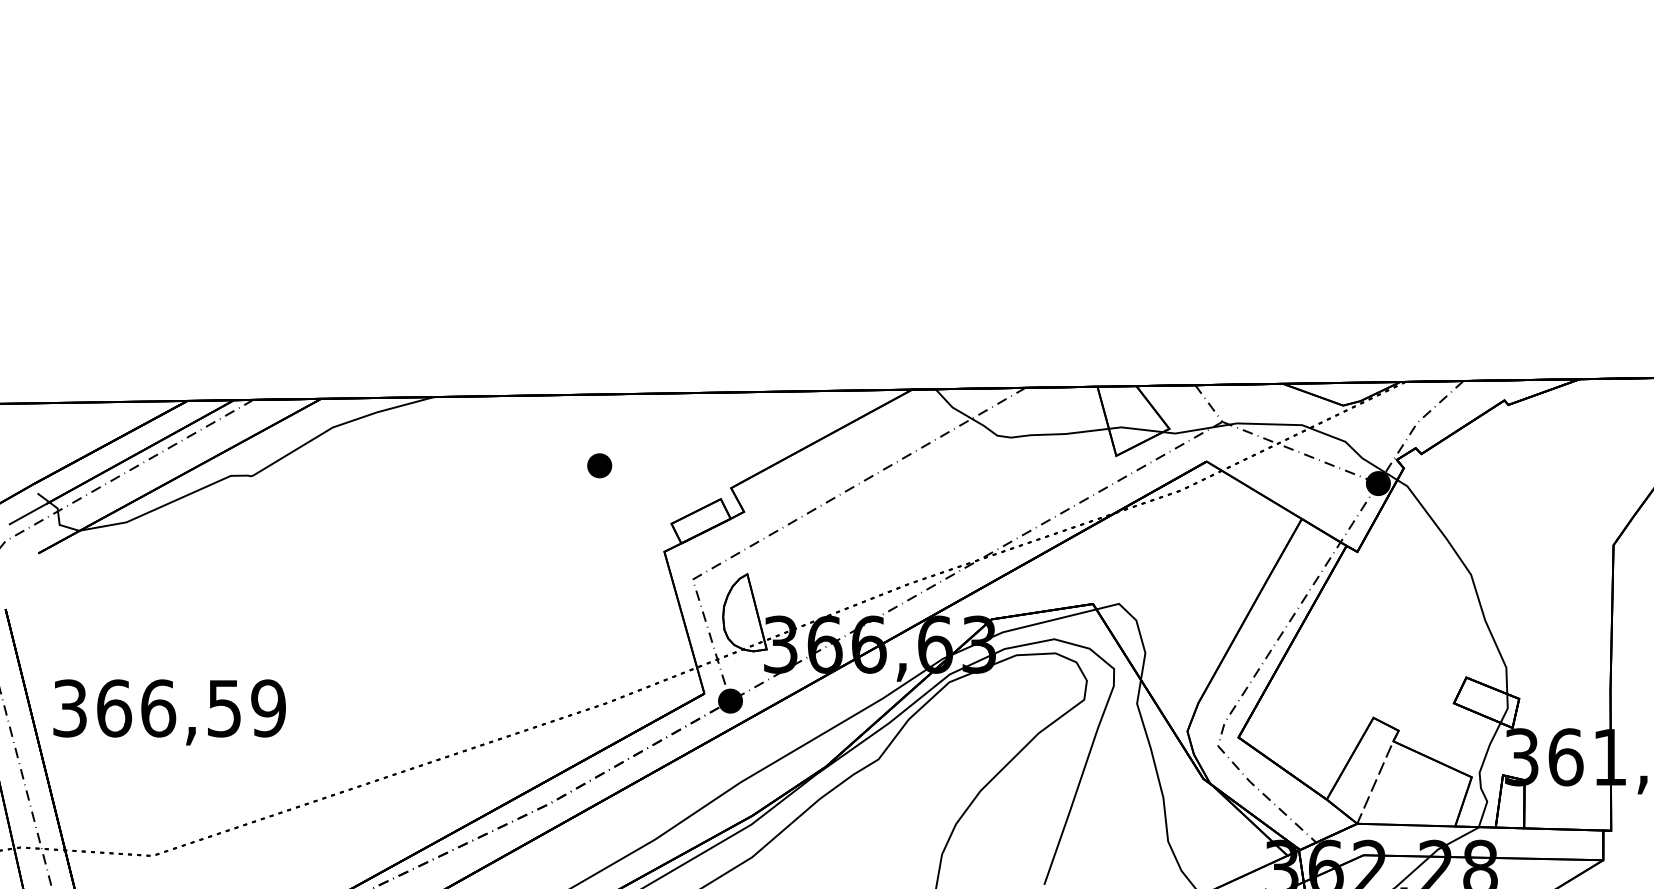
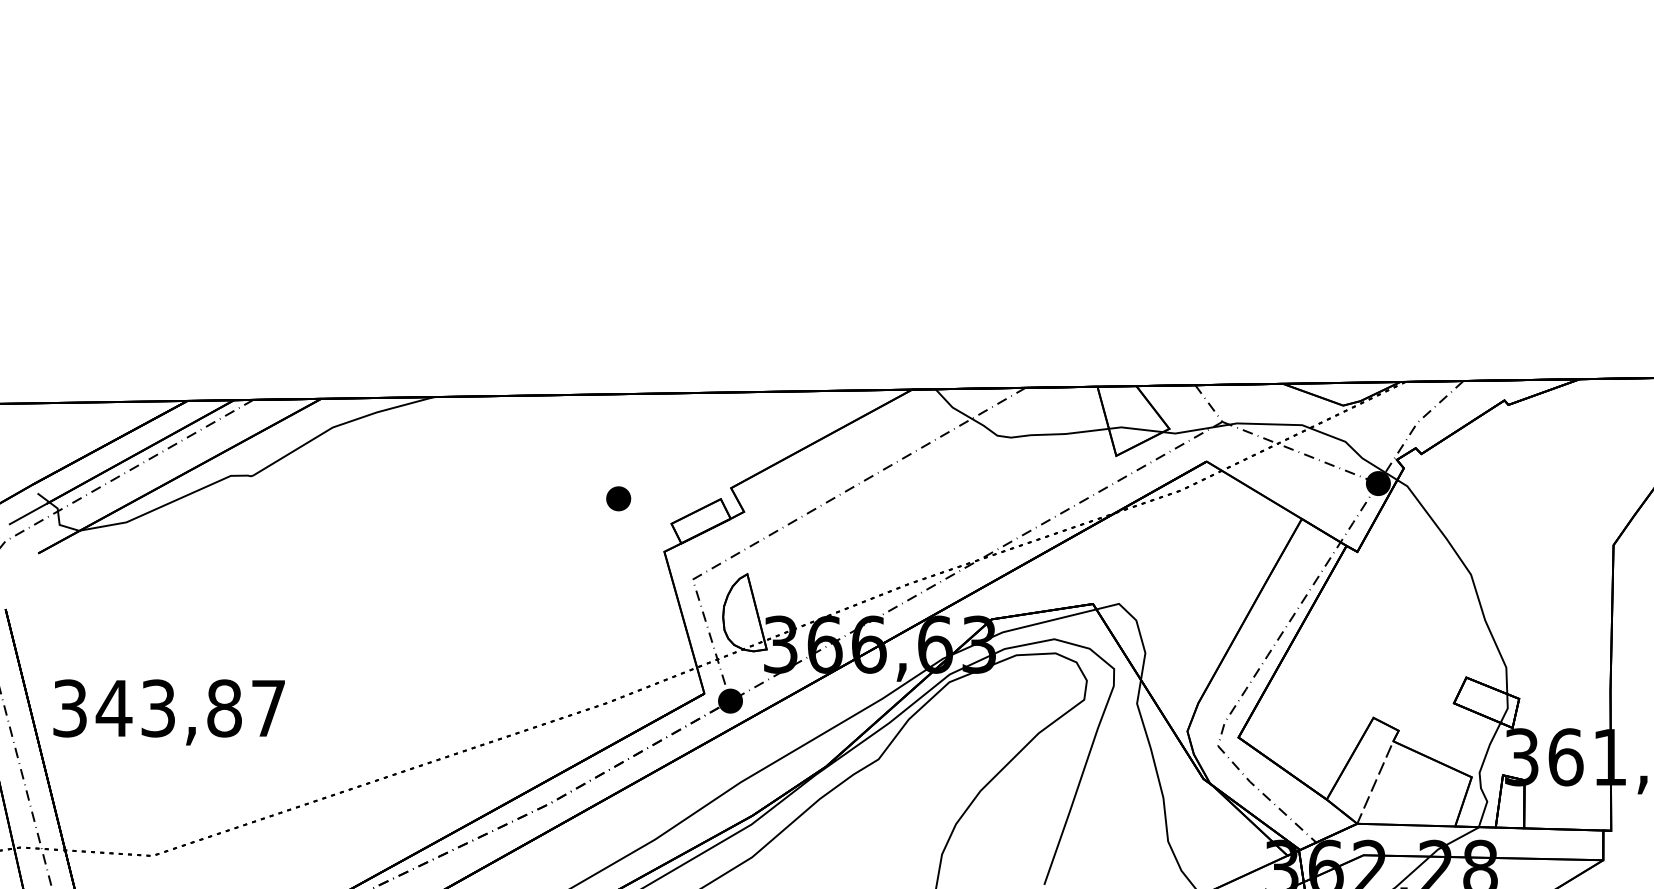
part at (599, 465) position: (599, 465) -> (618, 498)
text at (190, 708): 366,59 -> 343,87
